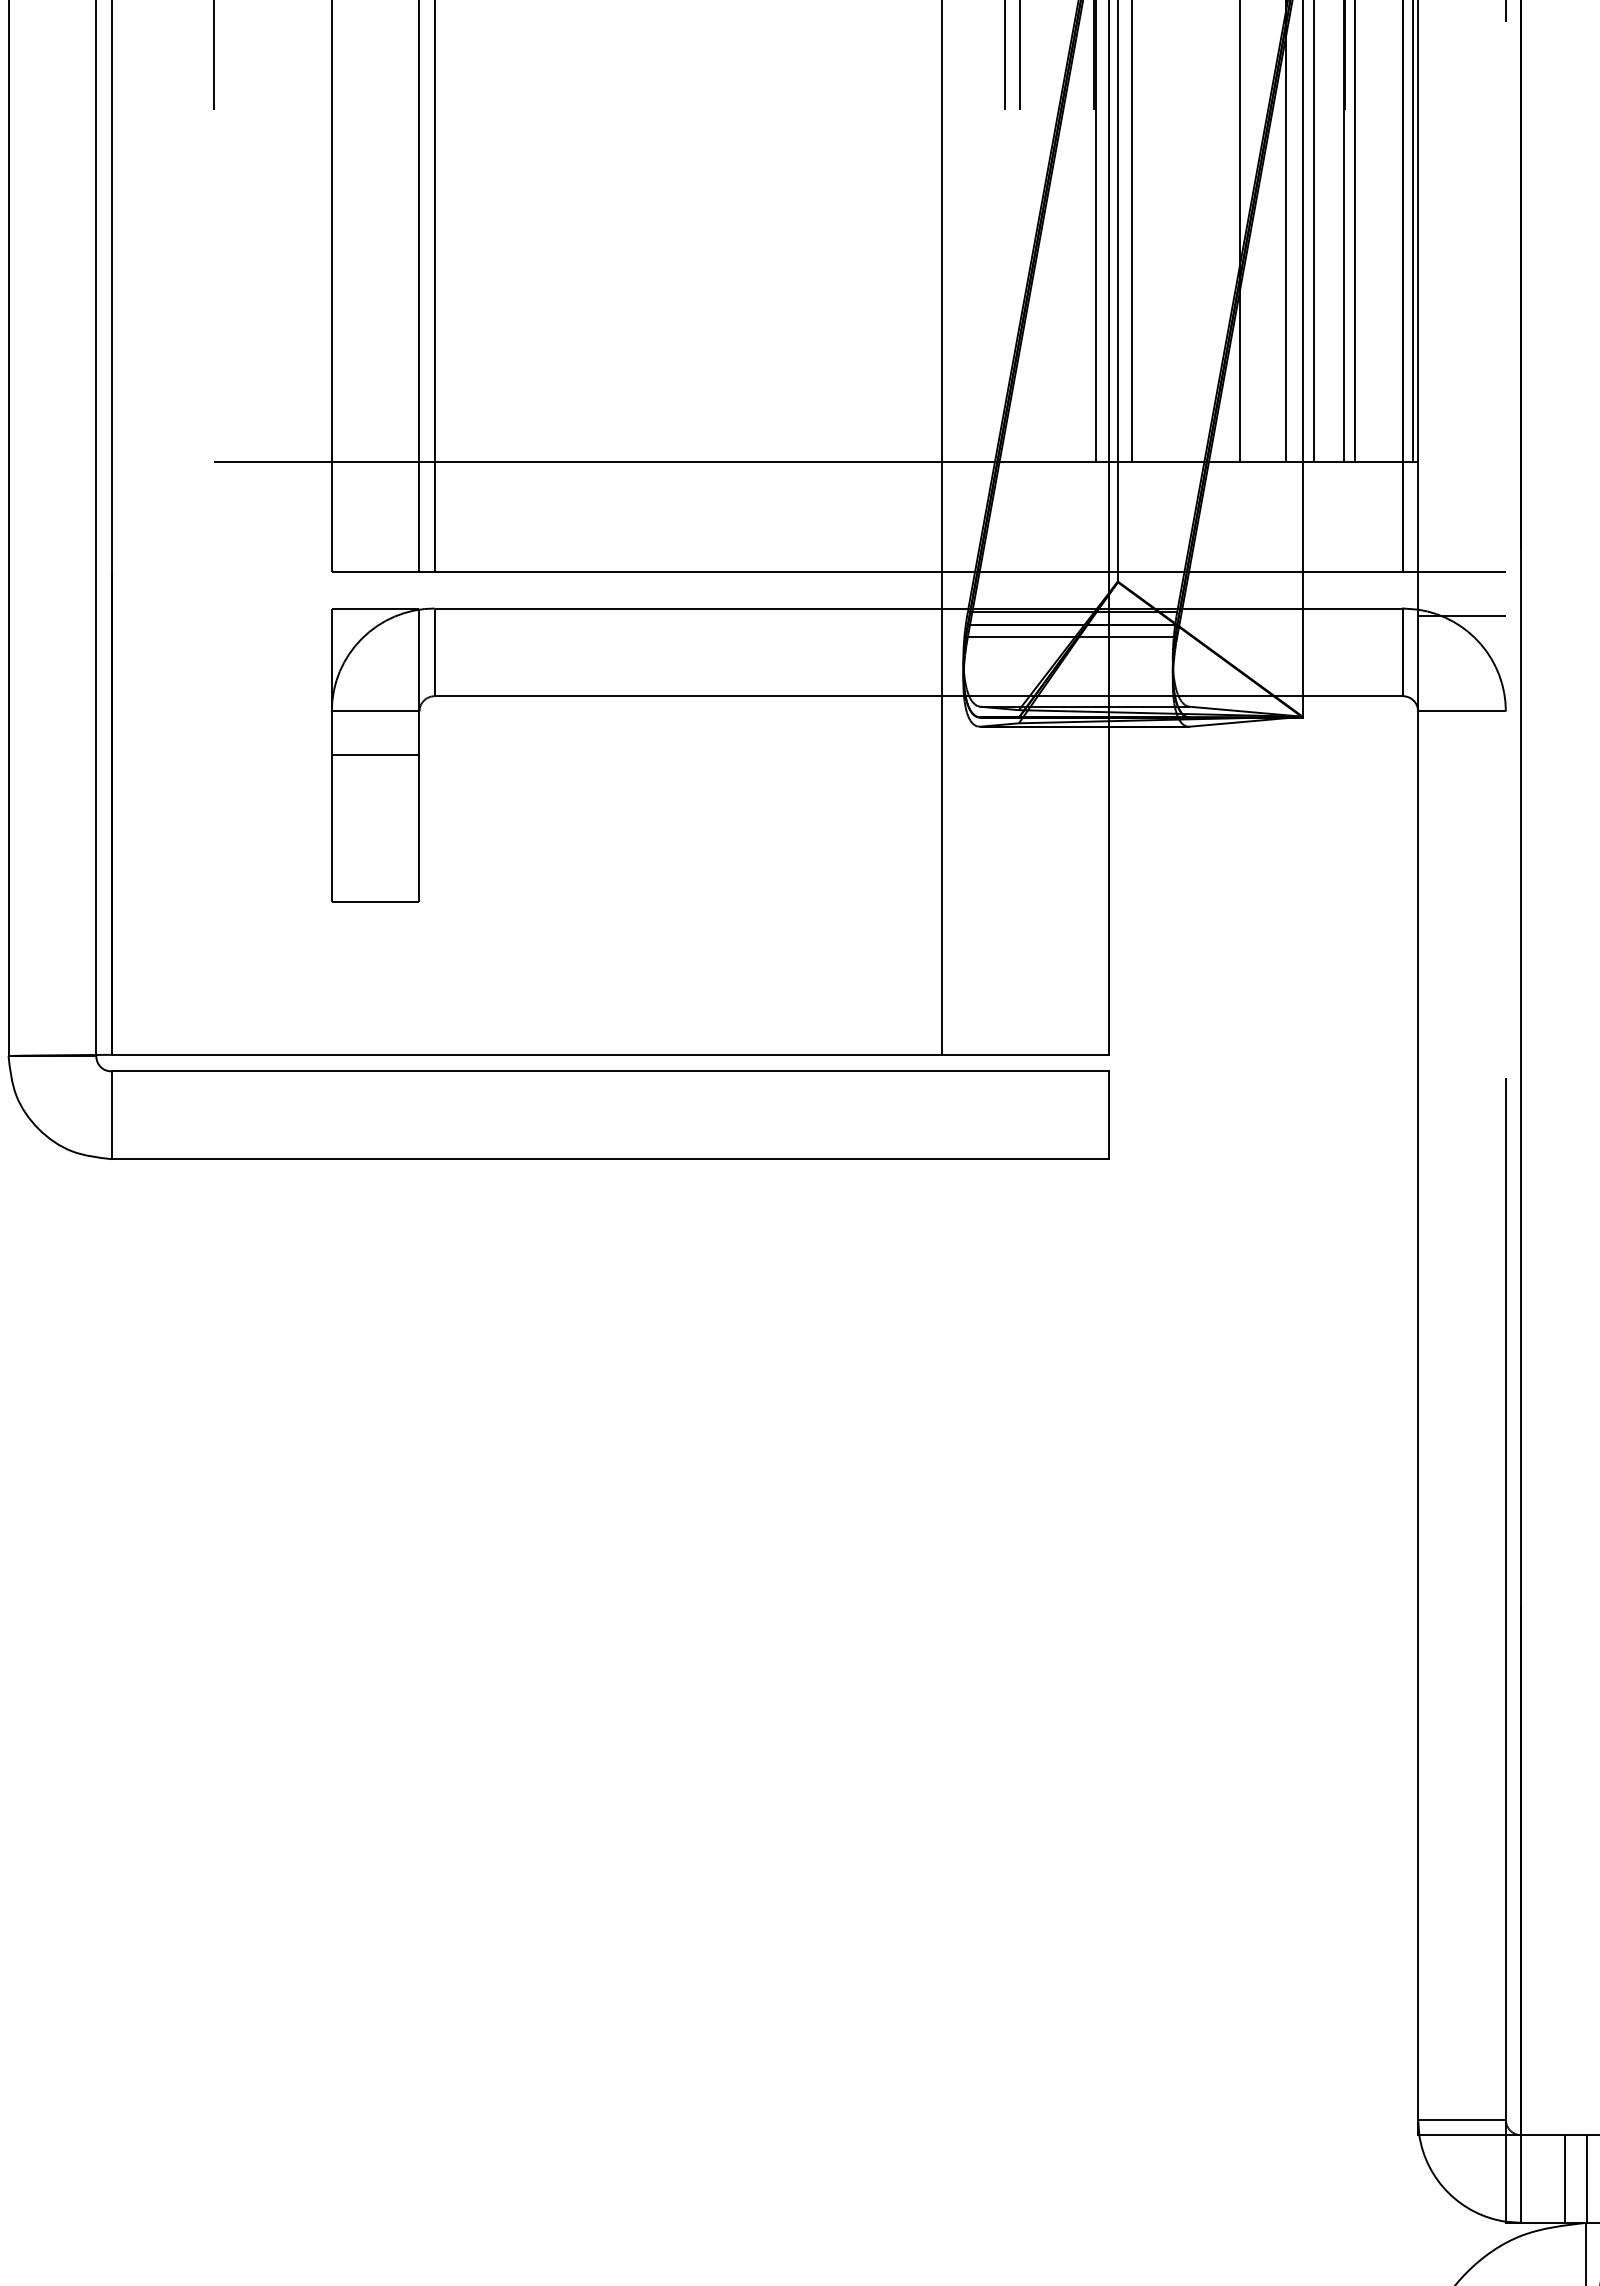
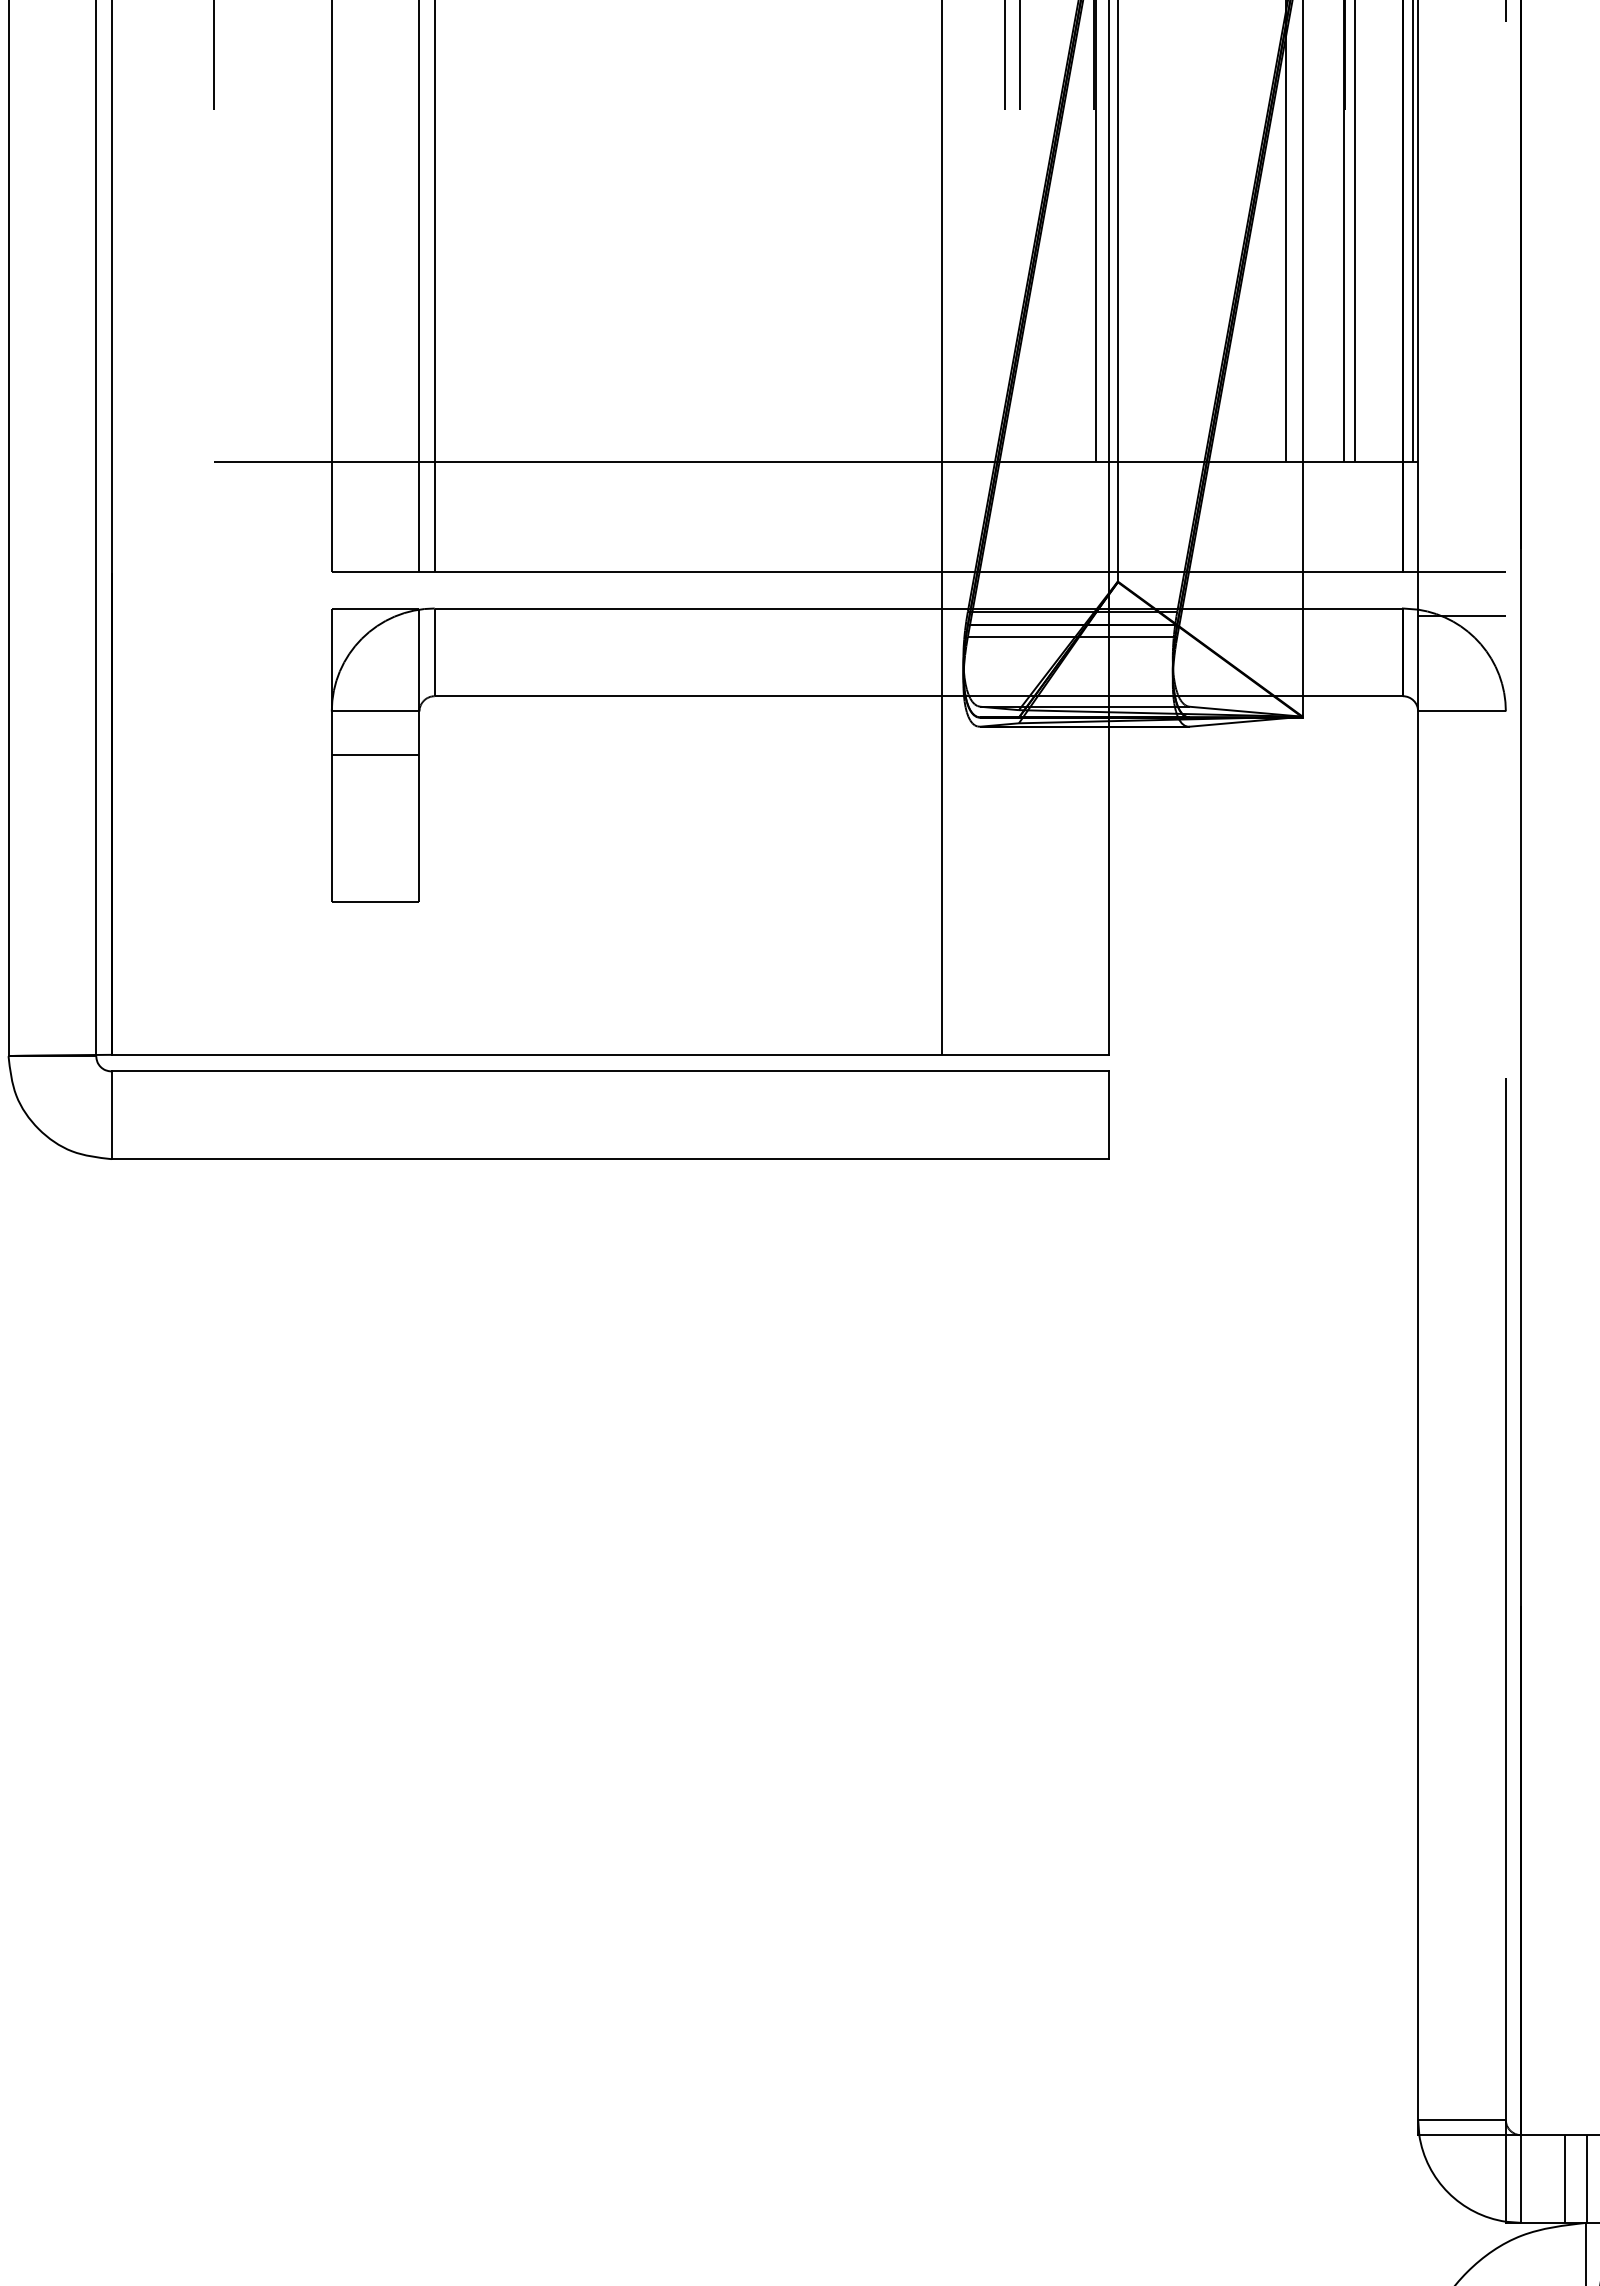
line at (1131, 231): present -> none
line at (1240, 231): present -> none
line at (1313, 231): present -> none
